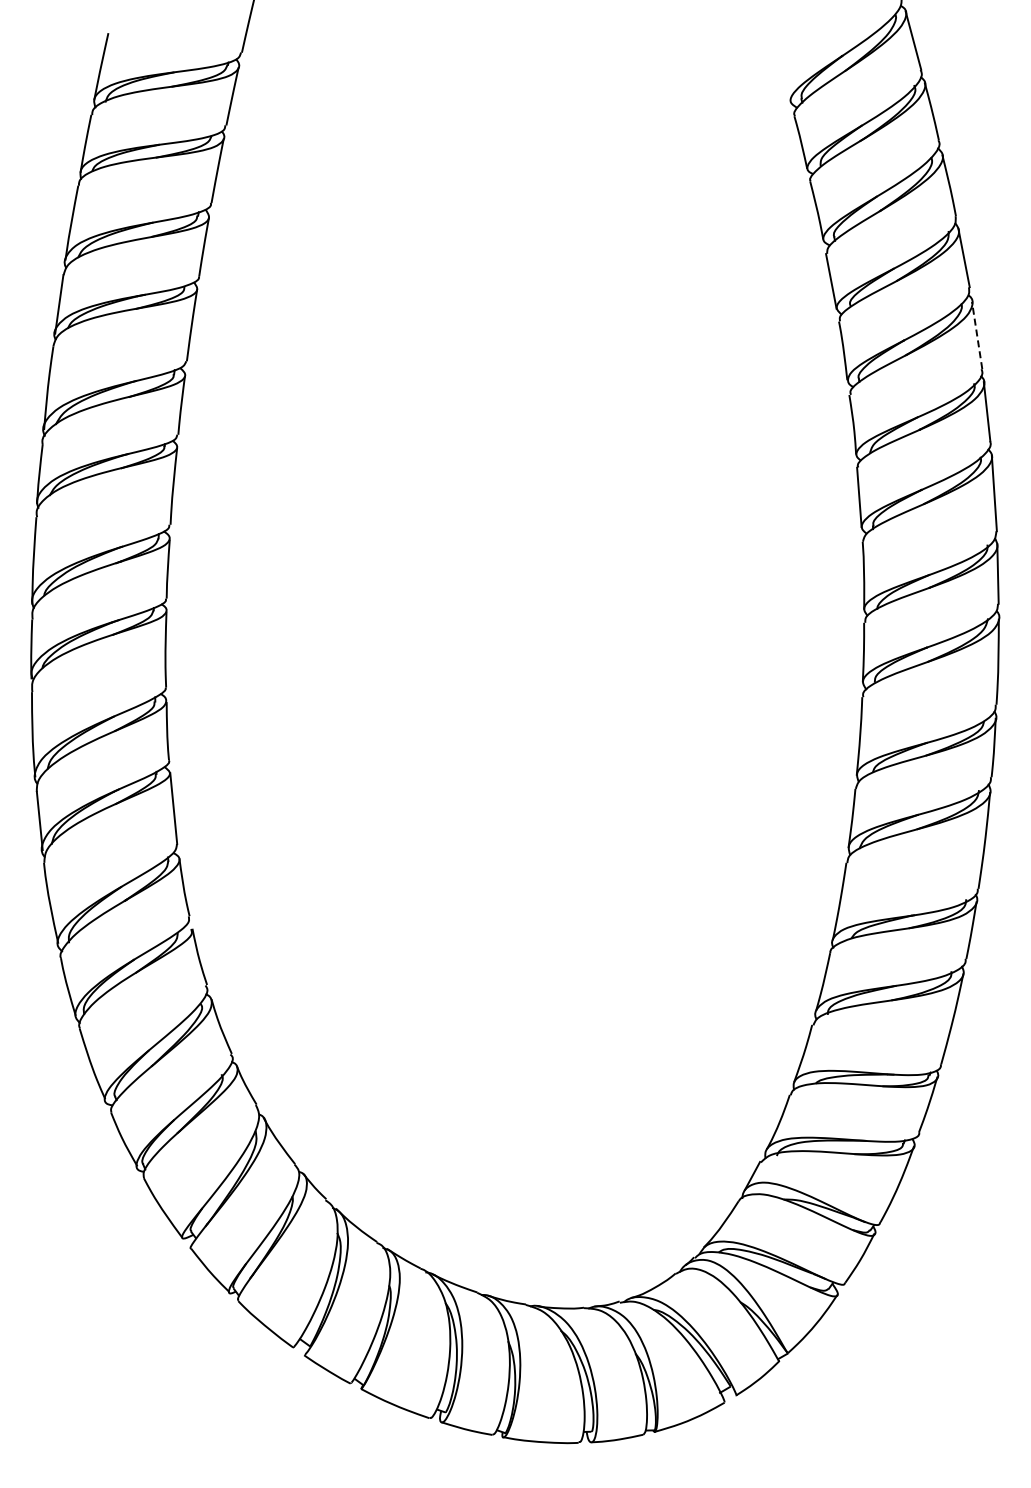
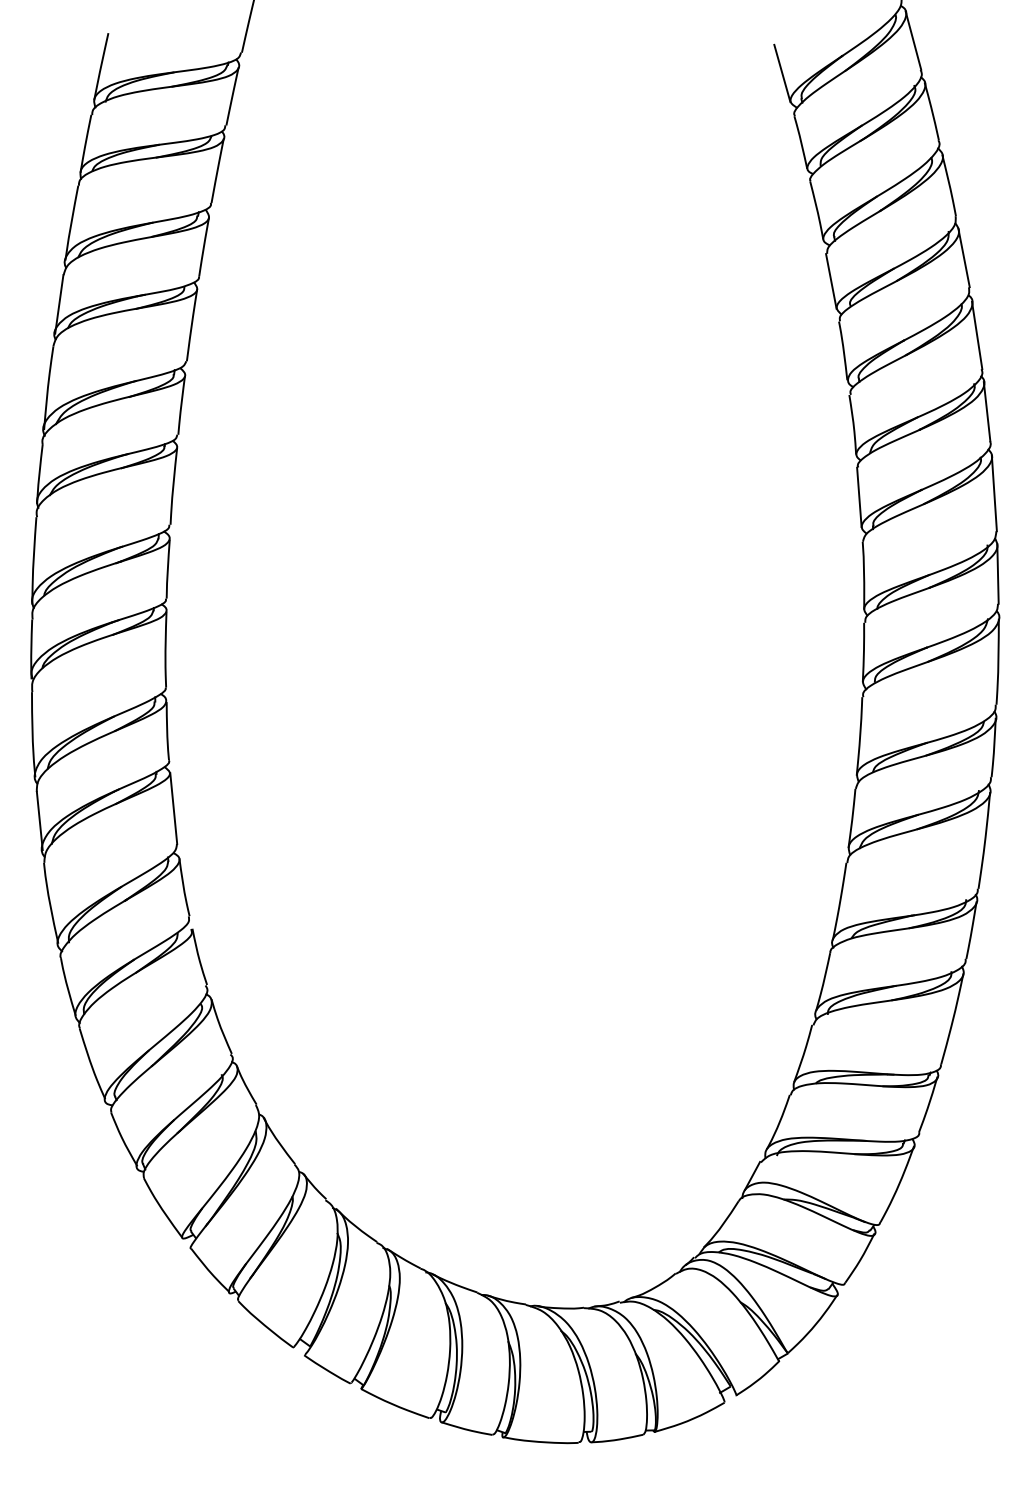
line at (782, 73): none -> present
line at (977, 335): dashed -> solid
